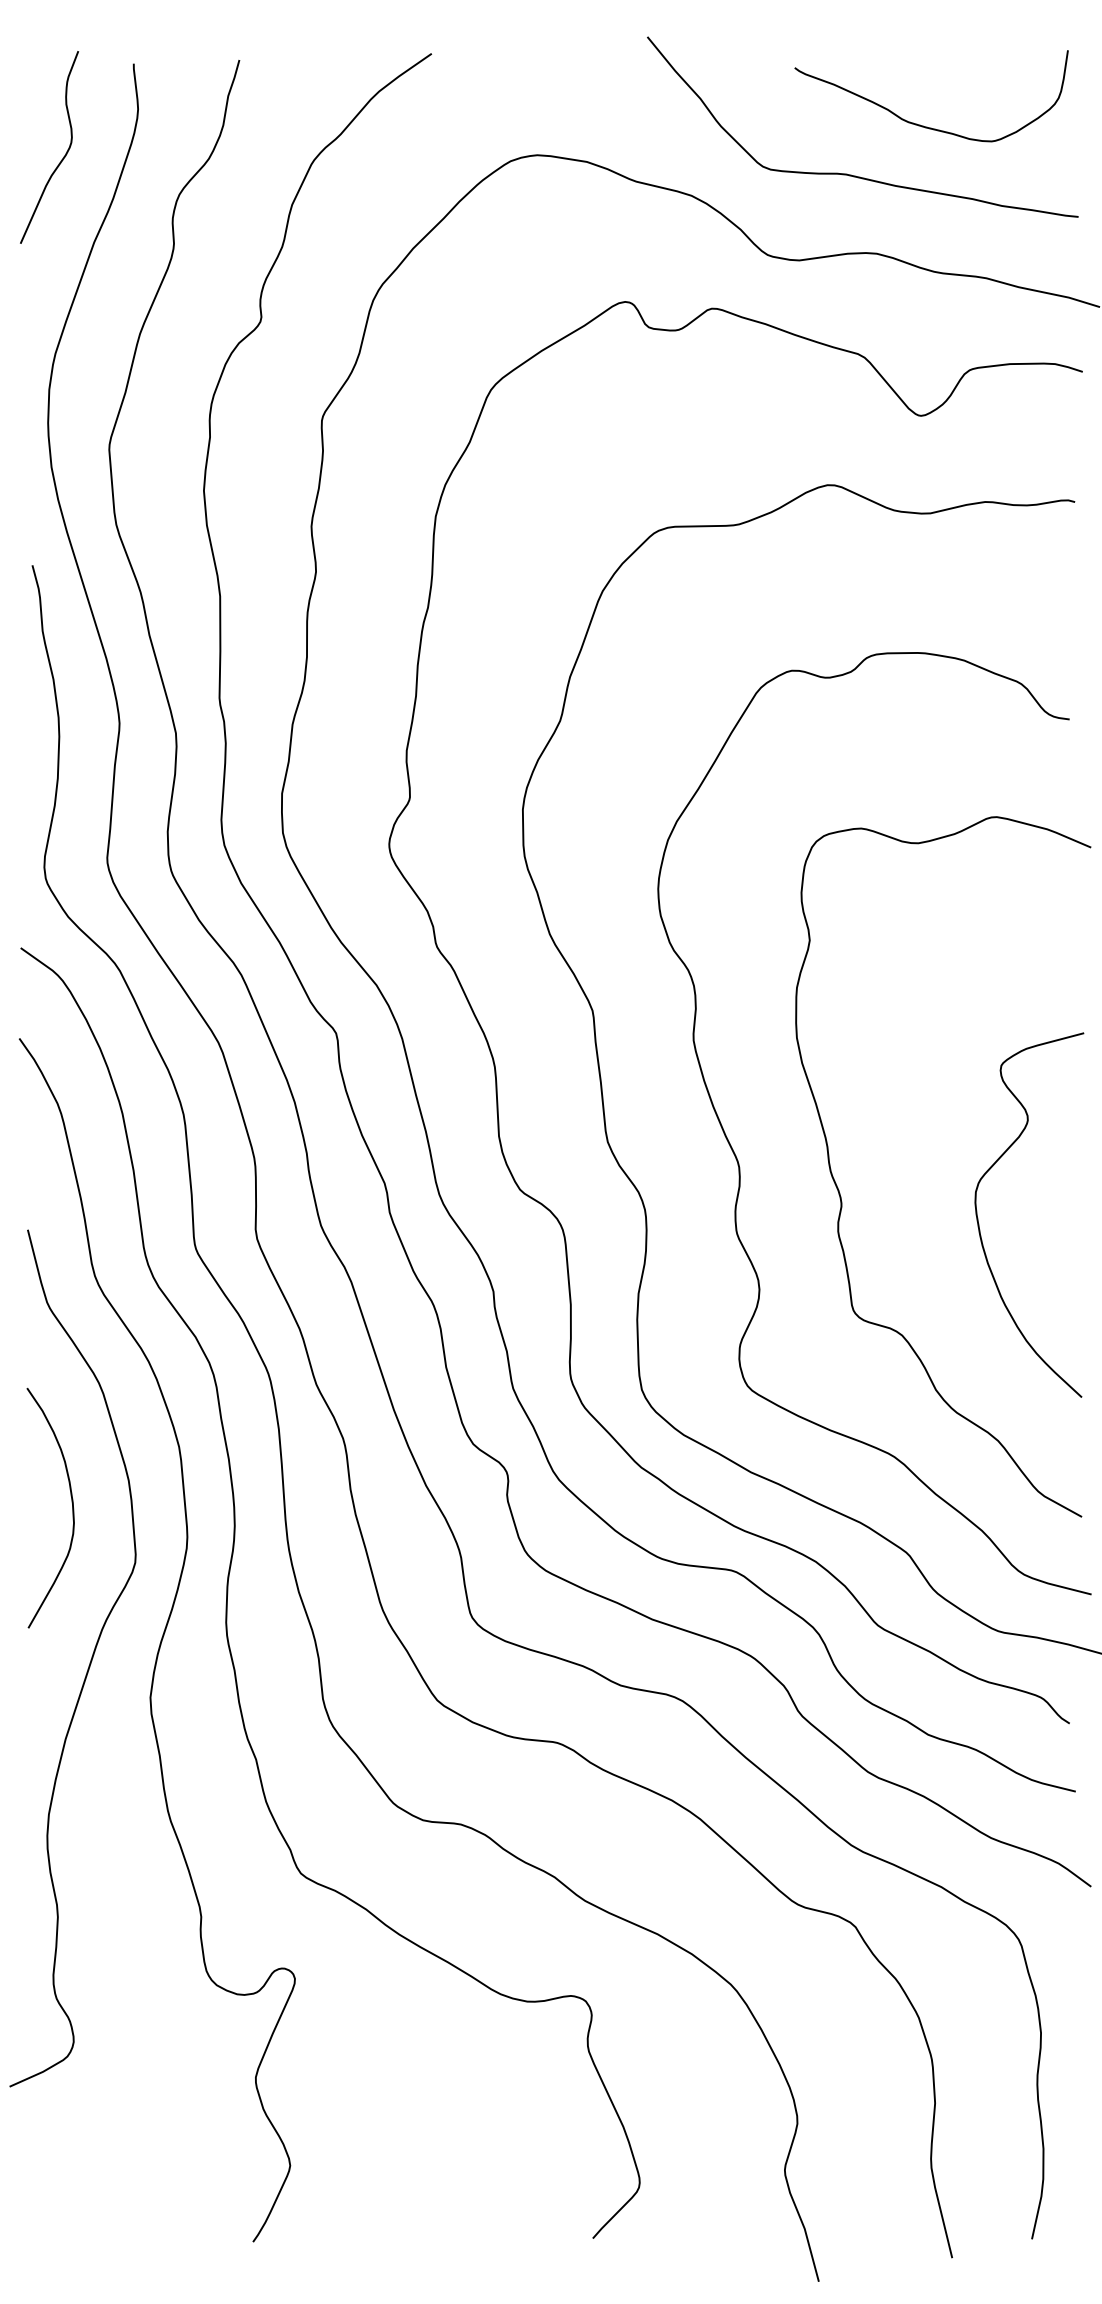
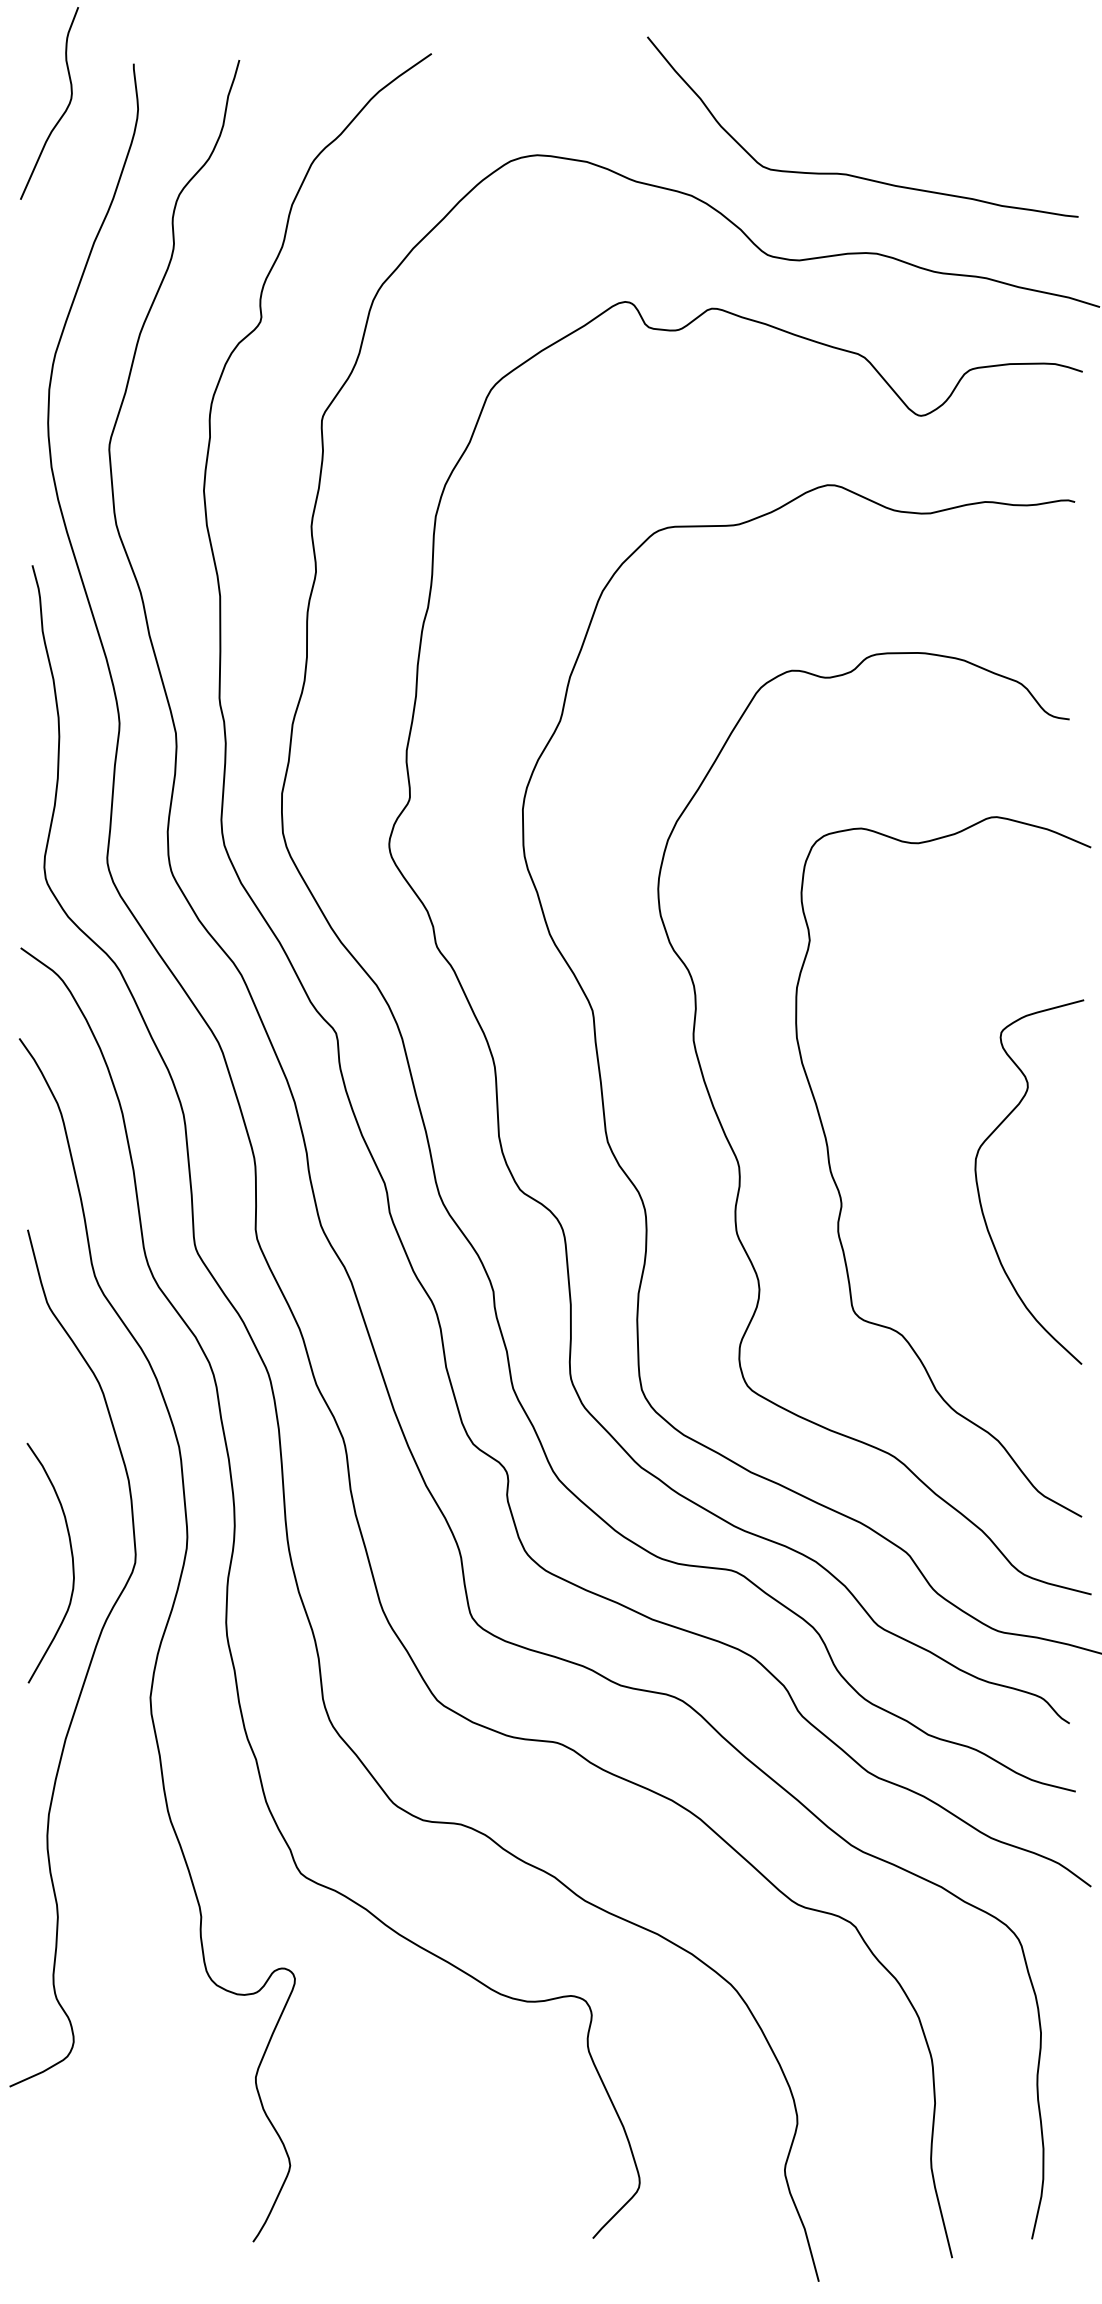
curve at (920, 124): present -> none
curve at (63, 156) position: (63, 156) -> (63, 112)
curve at (979, 1223) position: (979, 1223) -> (979, 1190)
curve at (71, 1502) position: (71, 1502) -> (71, 1557)
